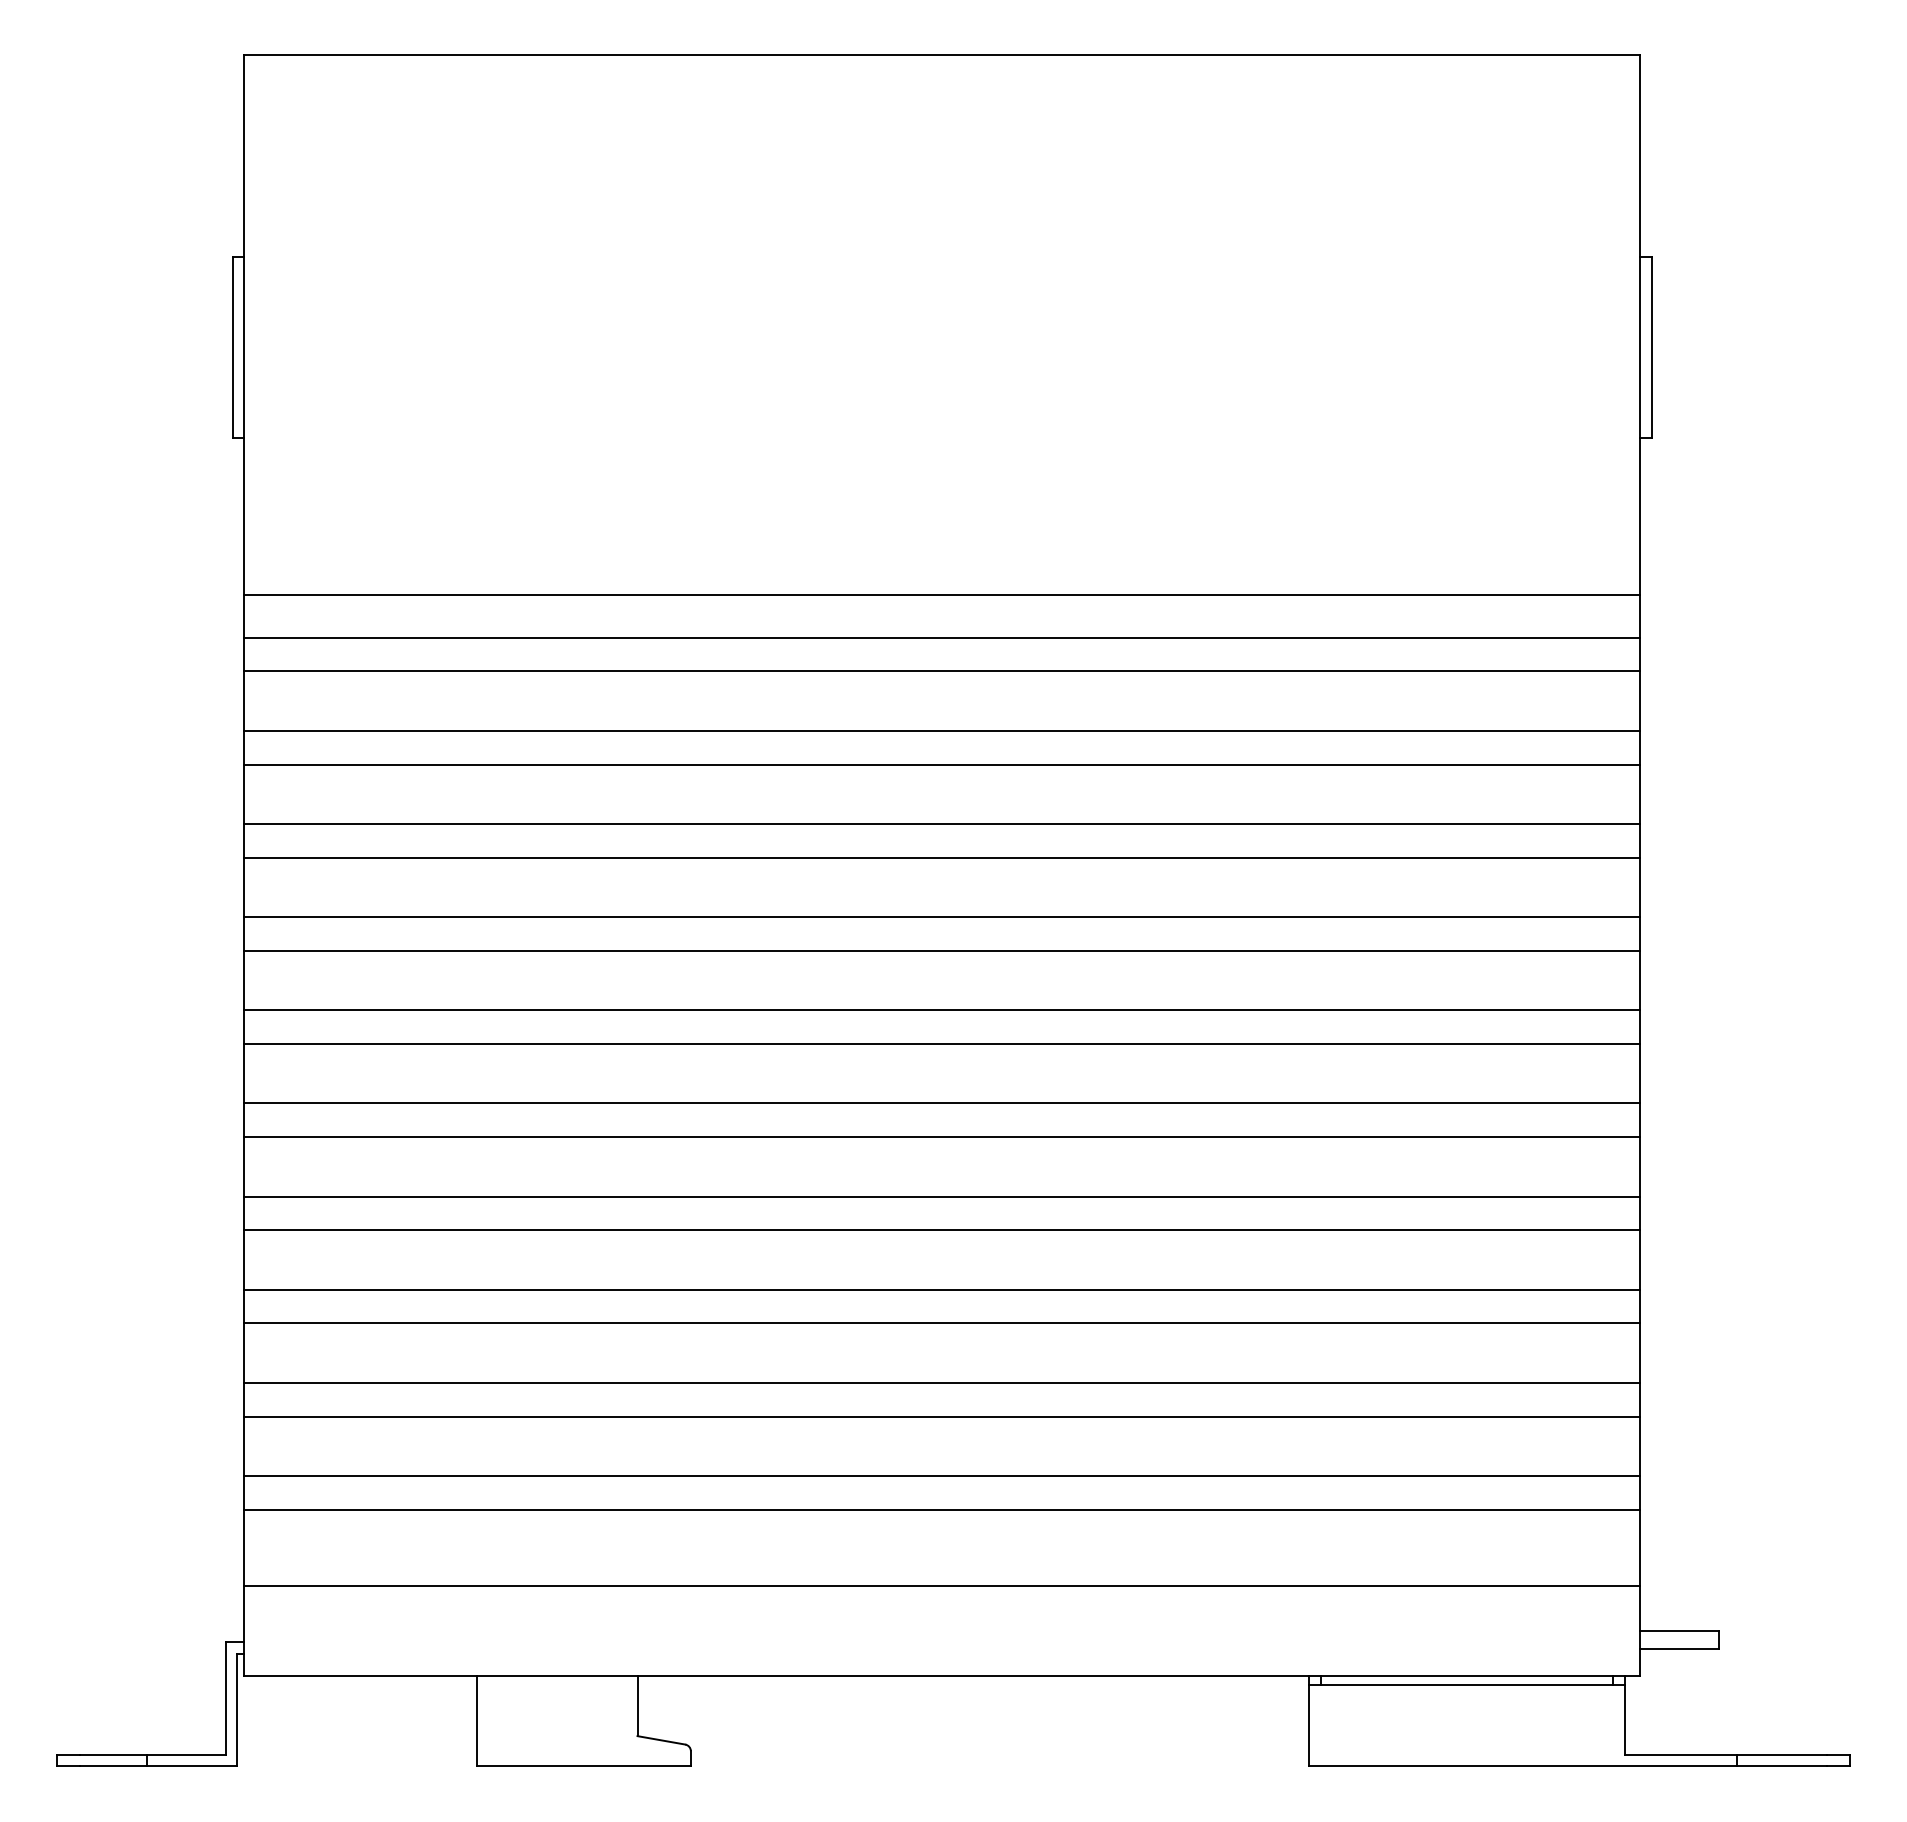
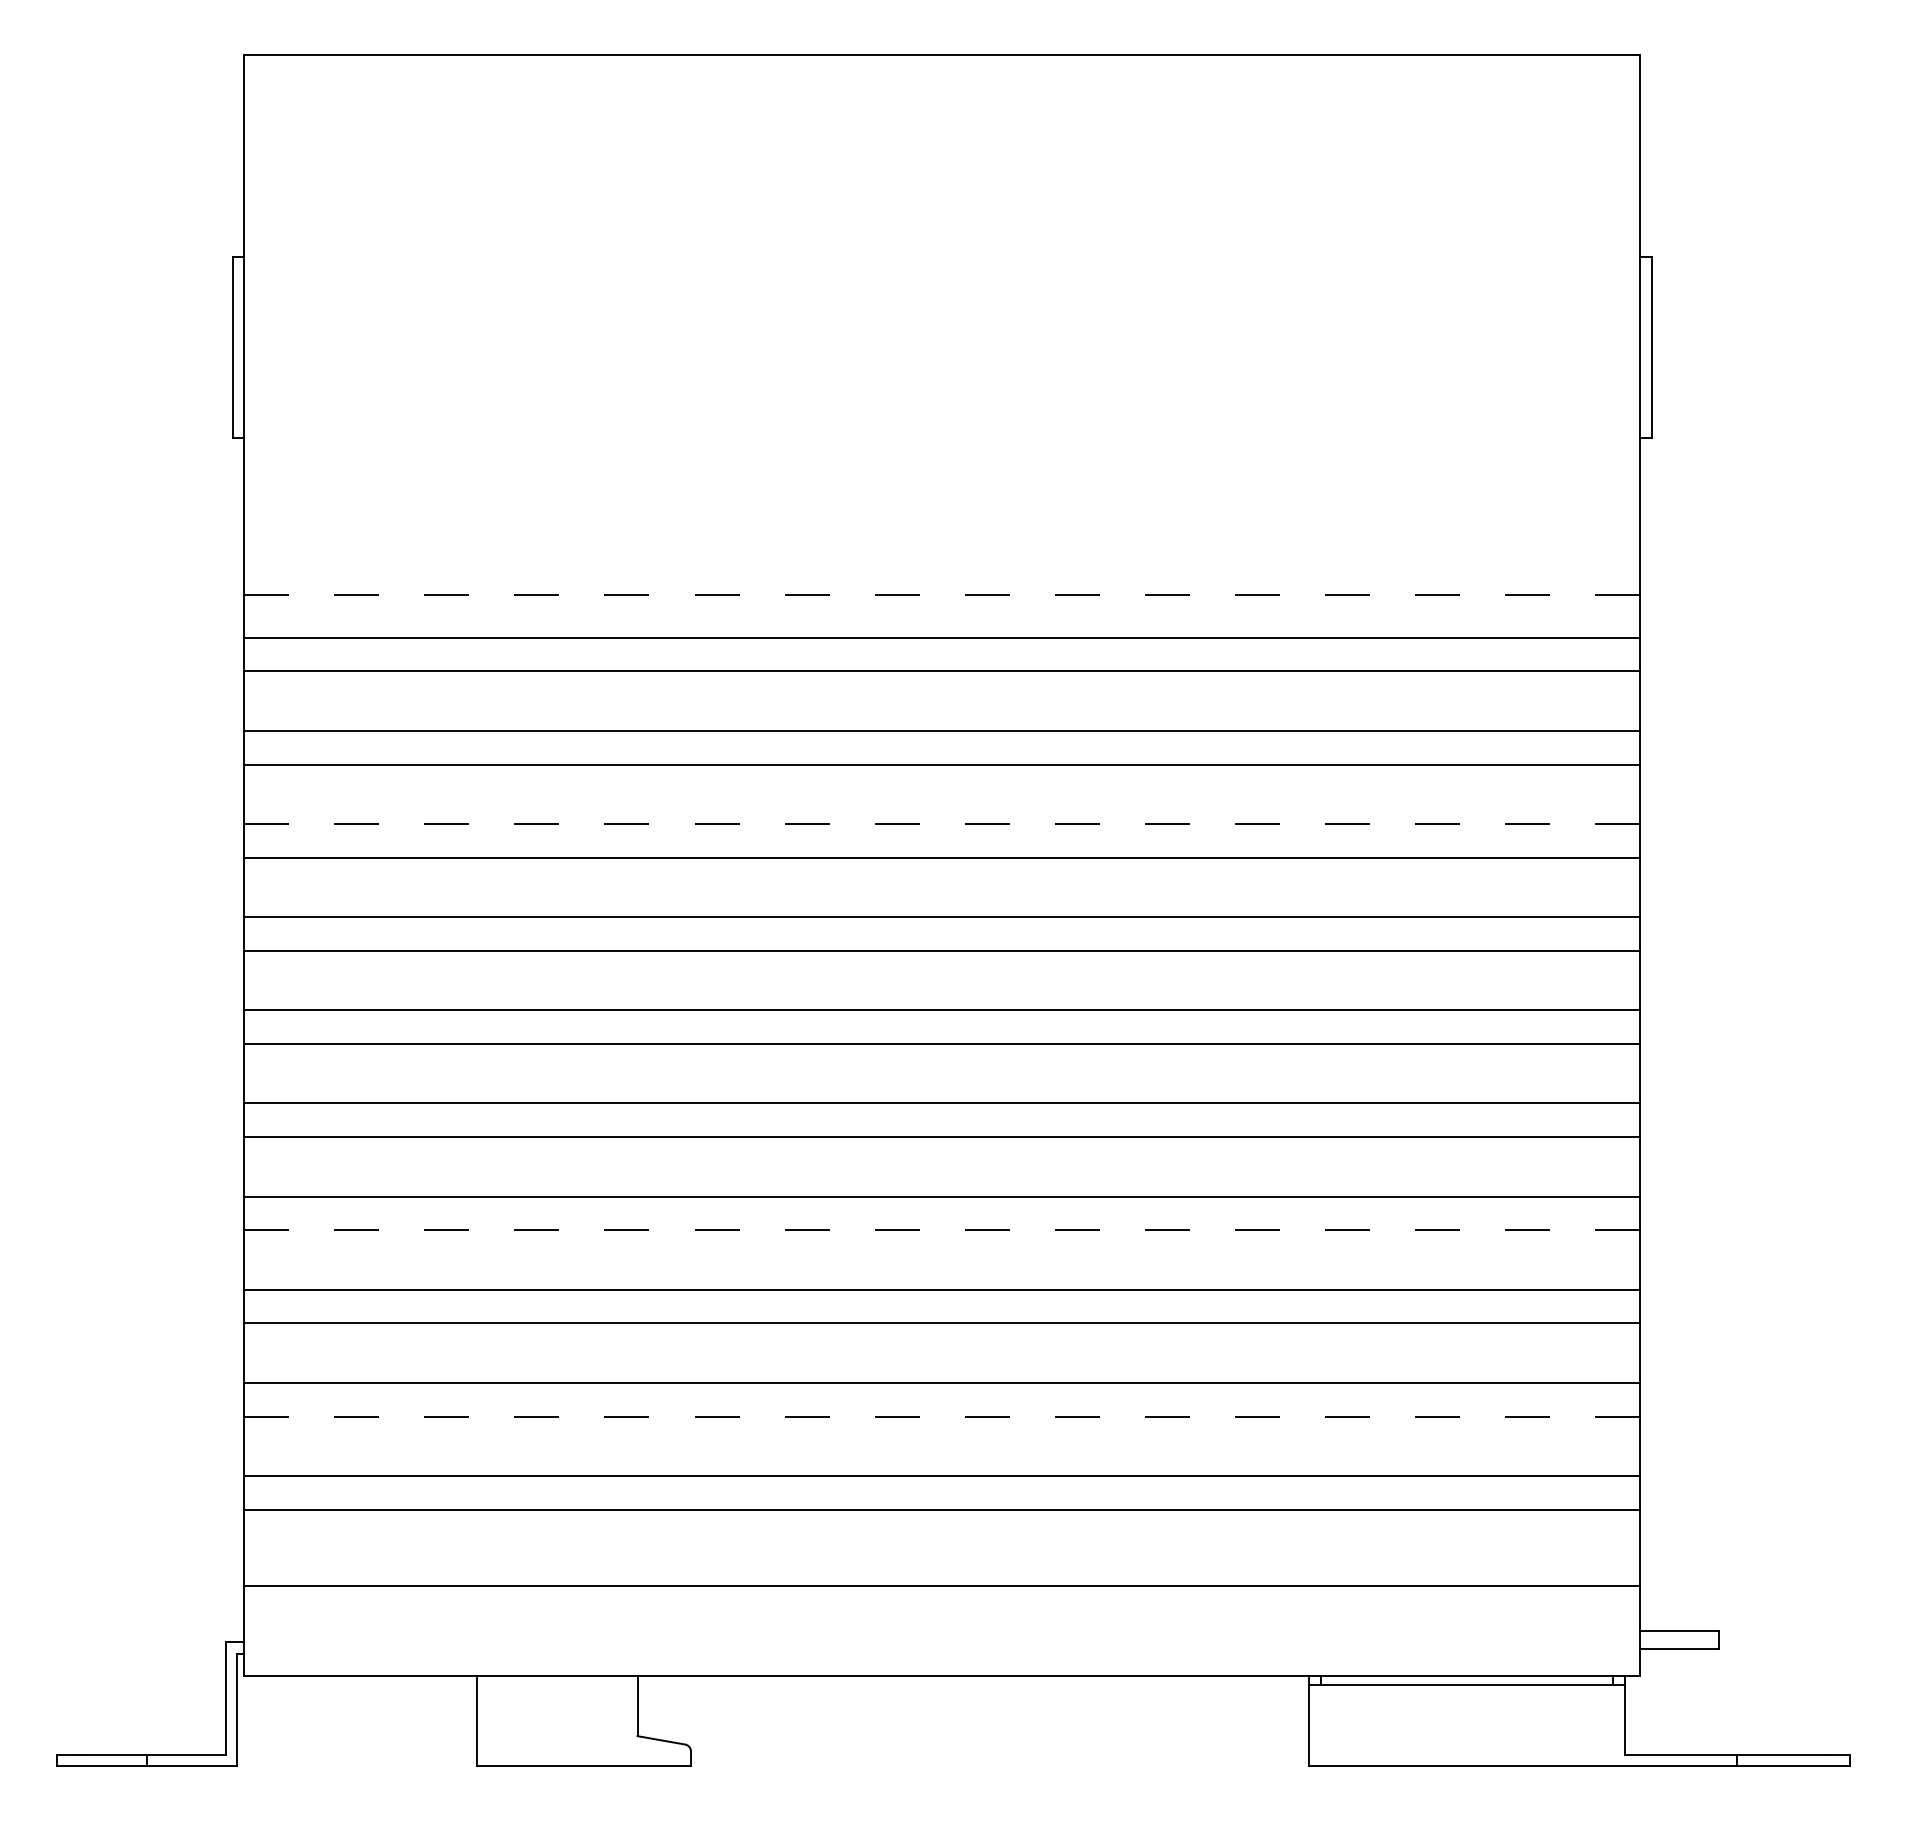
line at (941, 595): solid -> dashed
line at (942, 823): solid -> dashed
line at (941, 1230): solid -> dashed
line at (941, 1416): solid -> dashed
